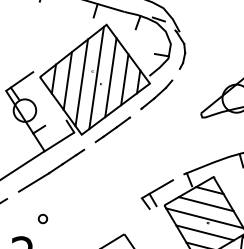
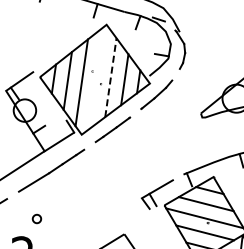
line at (96, 77): present -> none
line at (110, 77): solid -> dashed
part at (42, 218) position: (42, 218) -> (36, 218)
